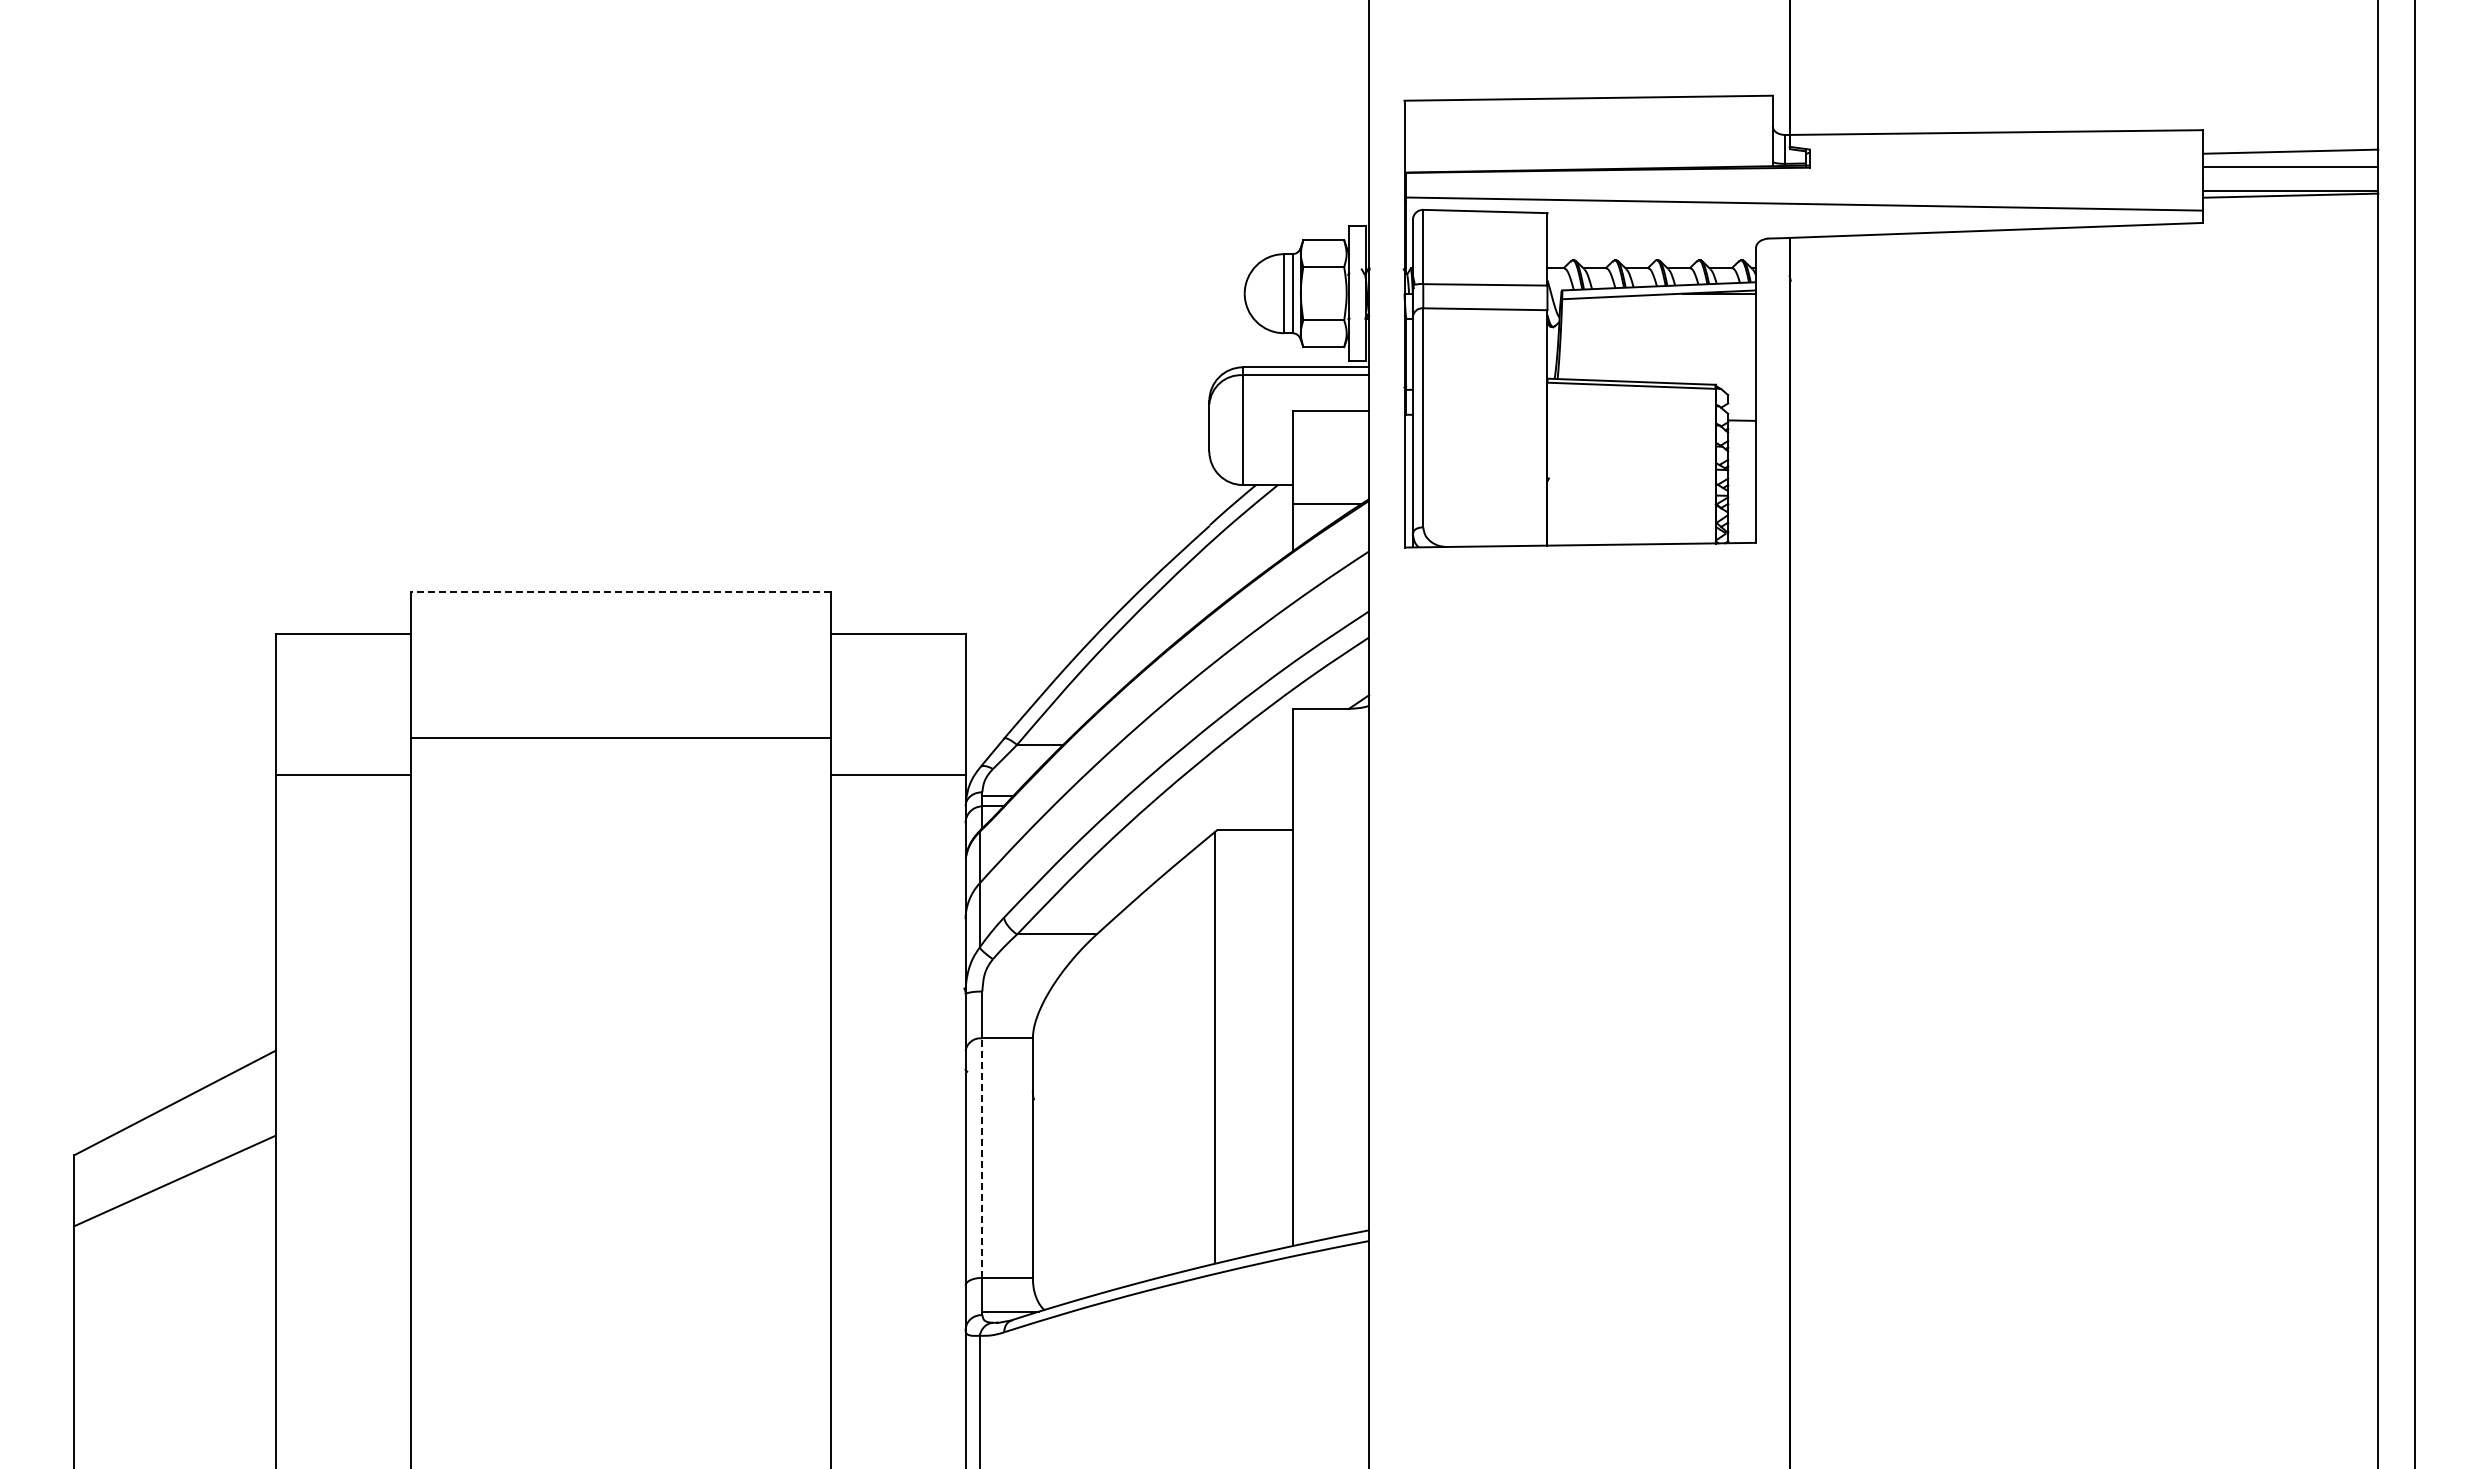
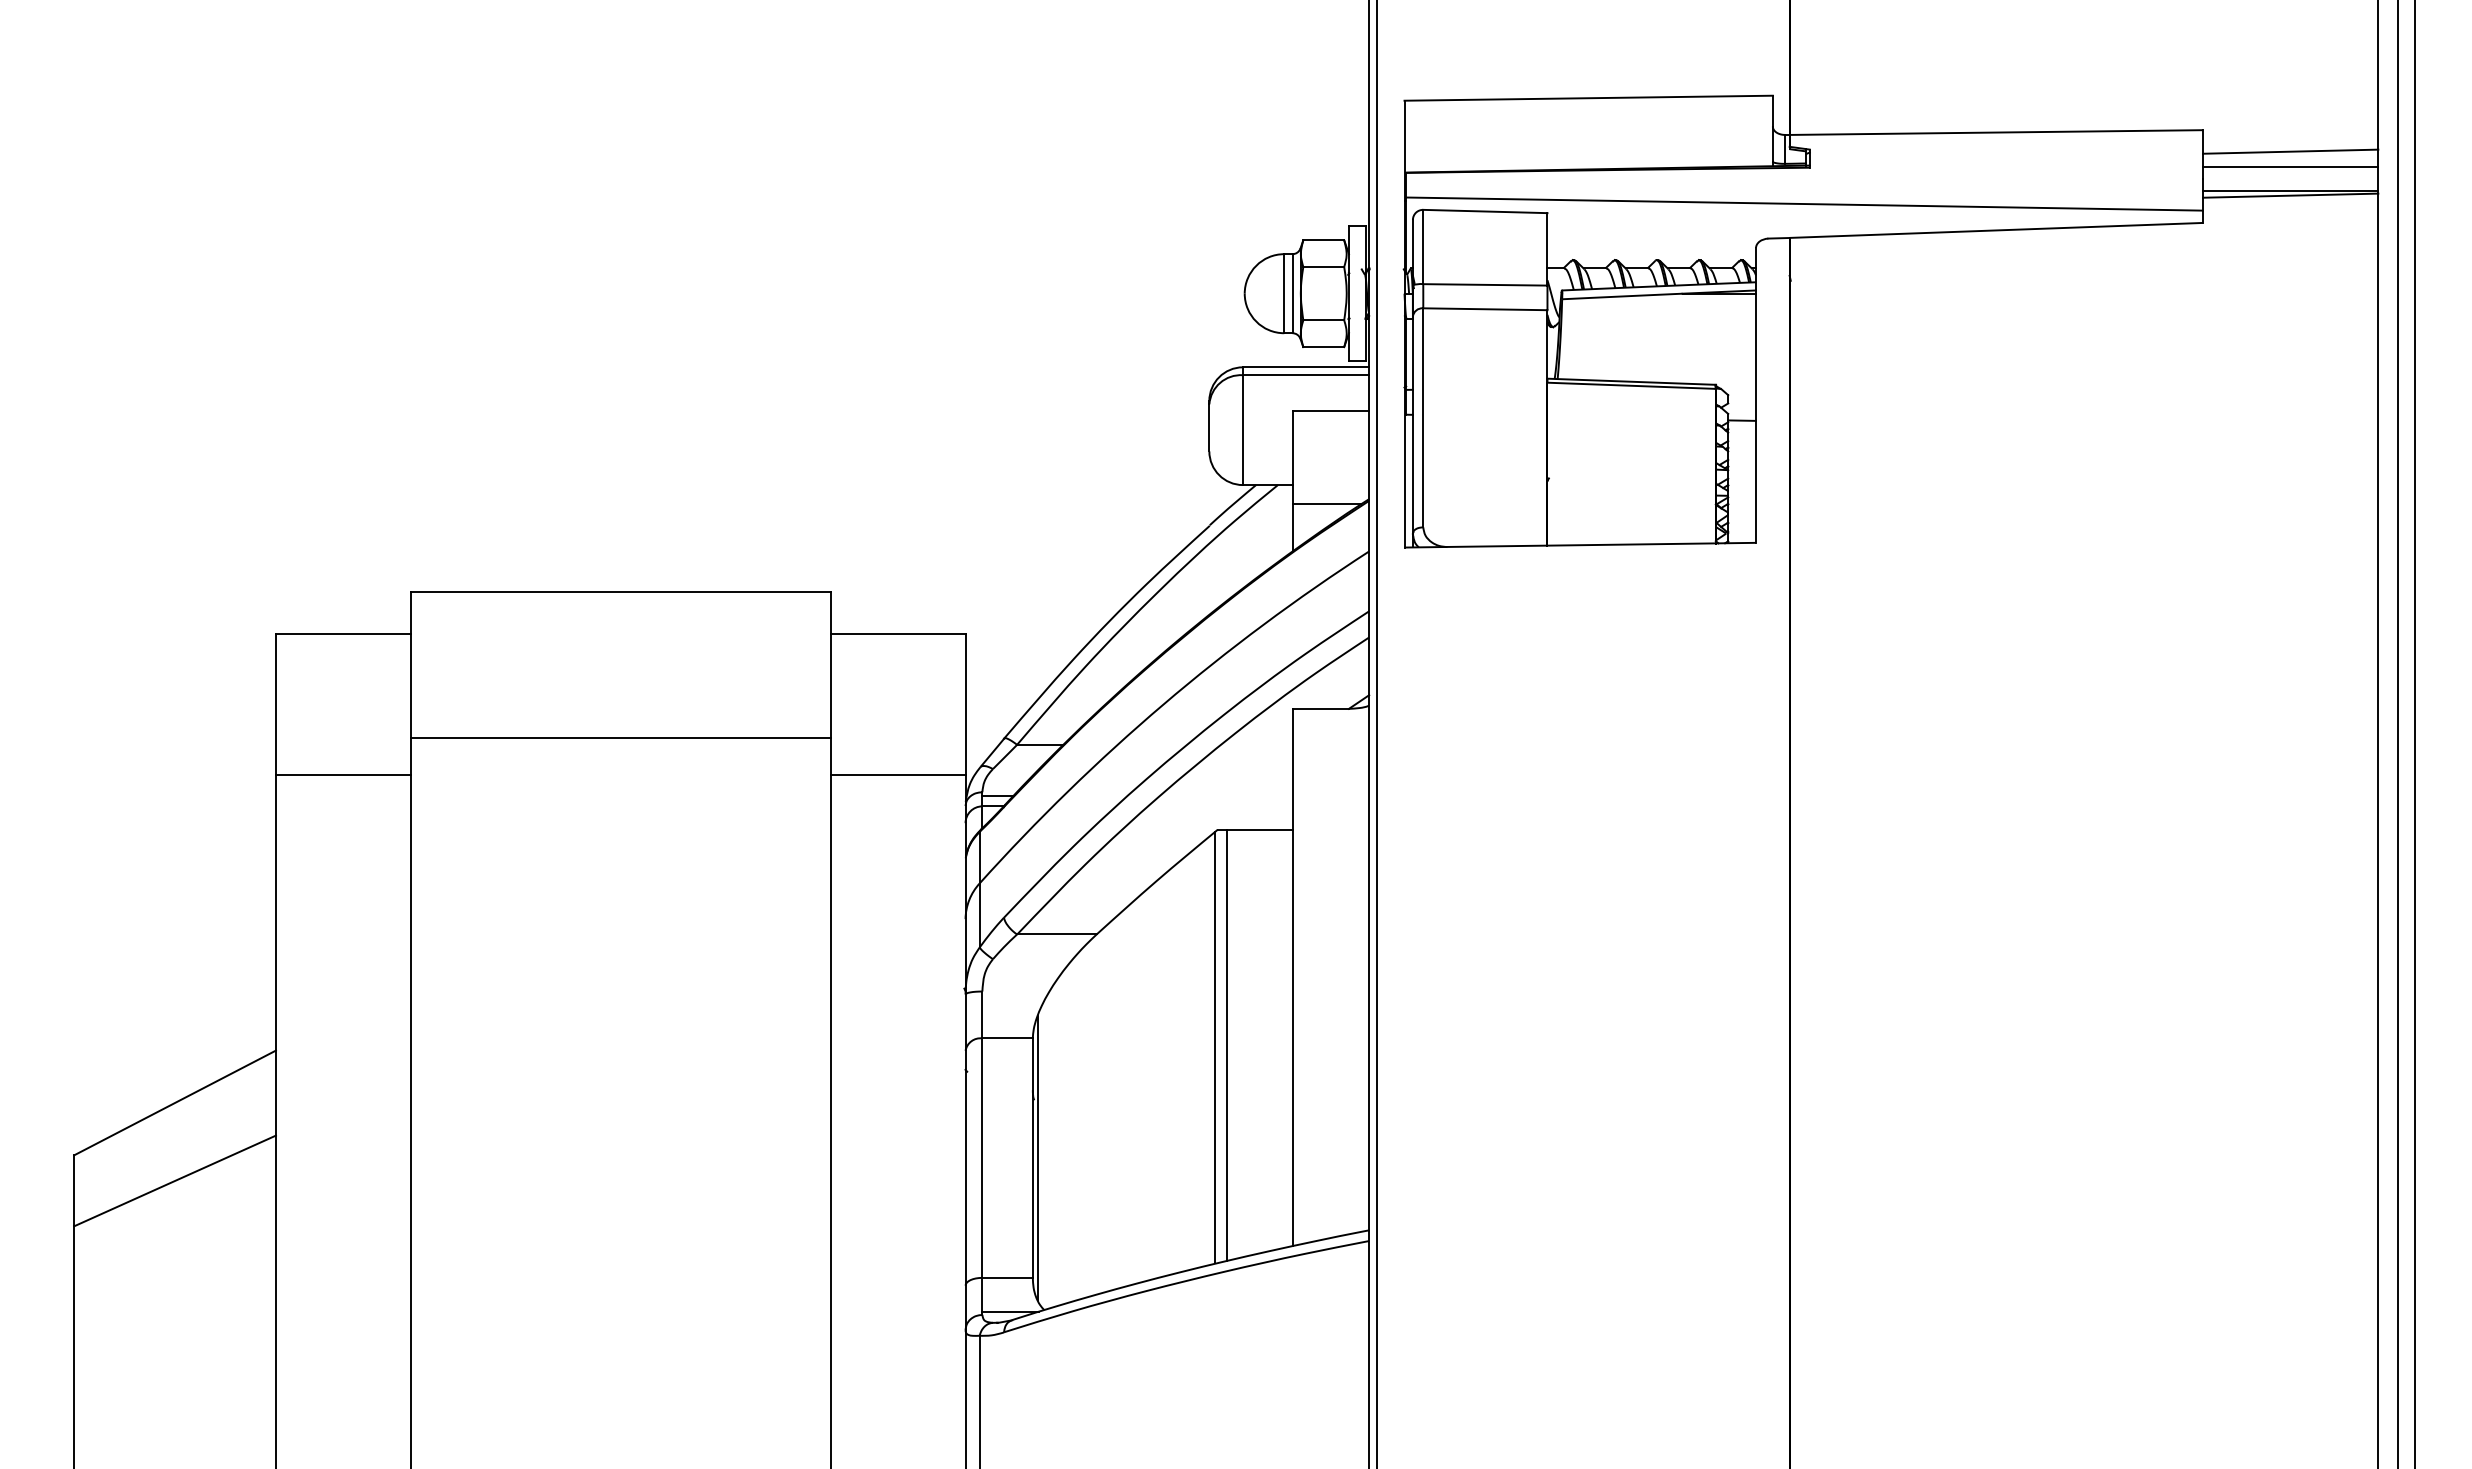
line at (620, 591): dashed -> solid
line at (1377, 733): none -> present
line at (2397, 733): none -> present
line at (1226, 1044): none -> present
line at (1037, 1157): none -> present
line at (982, 1158): dashed -> solid
